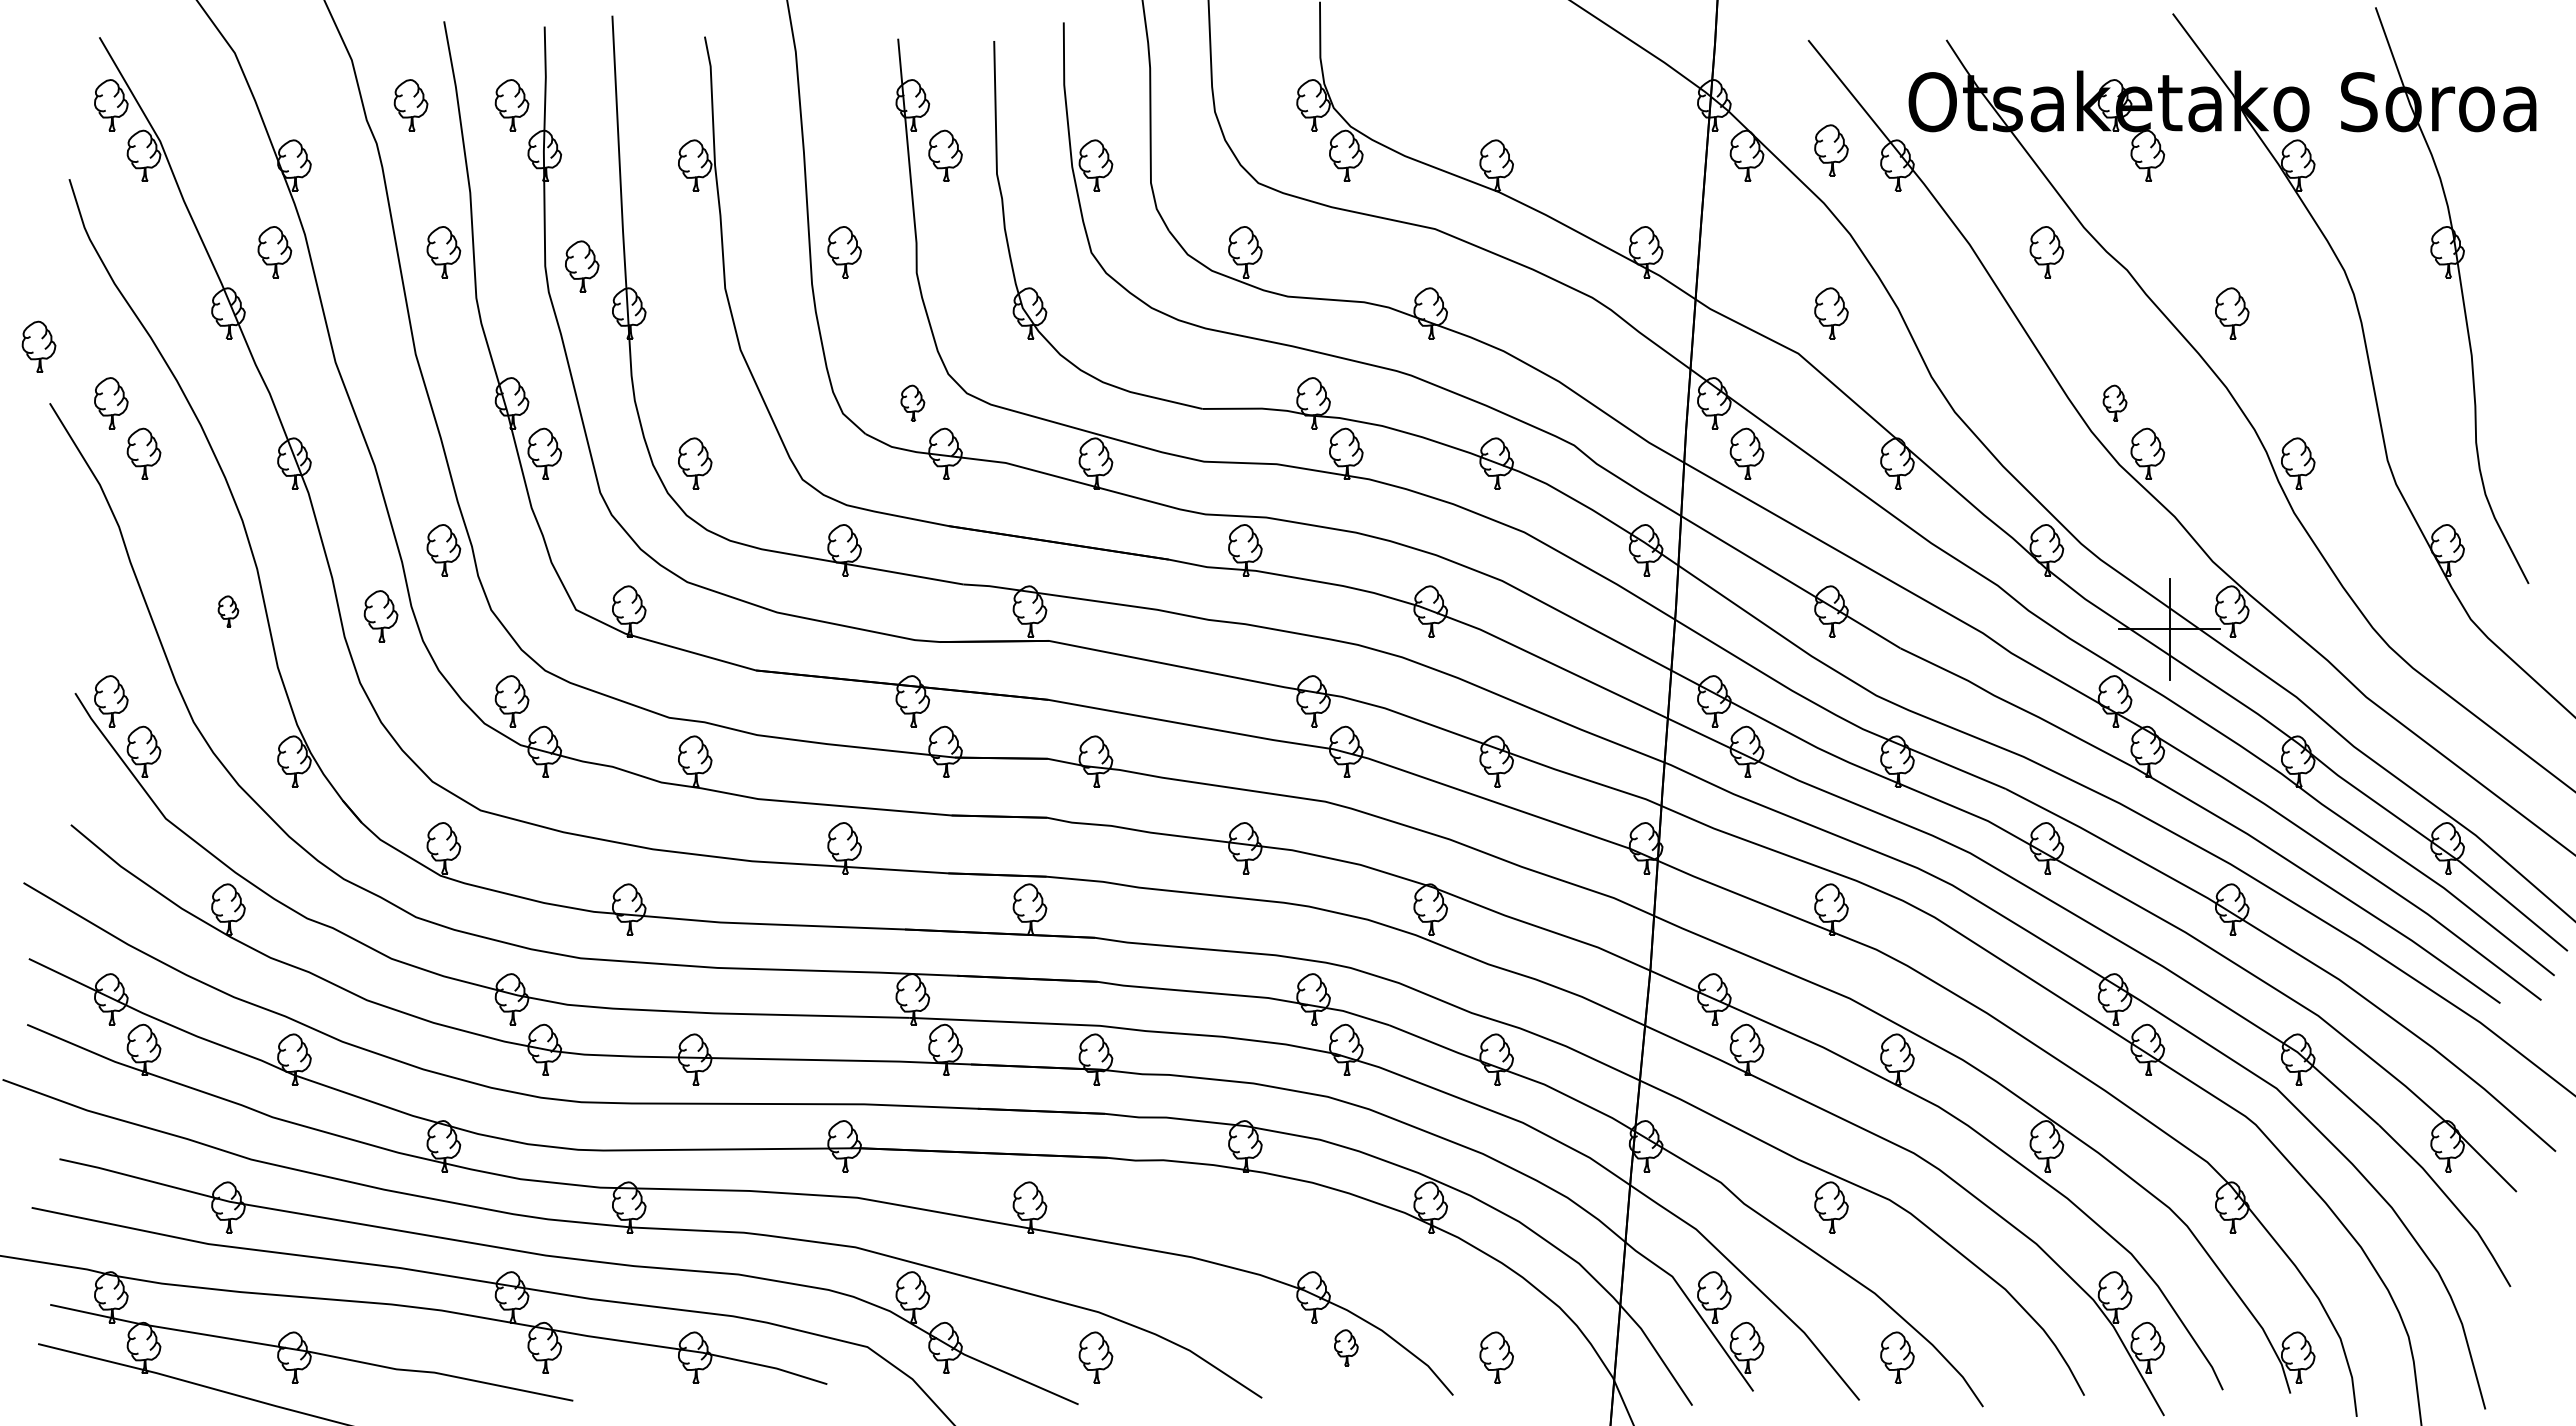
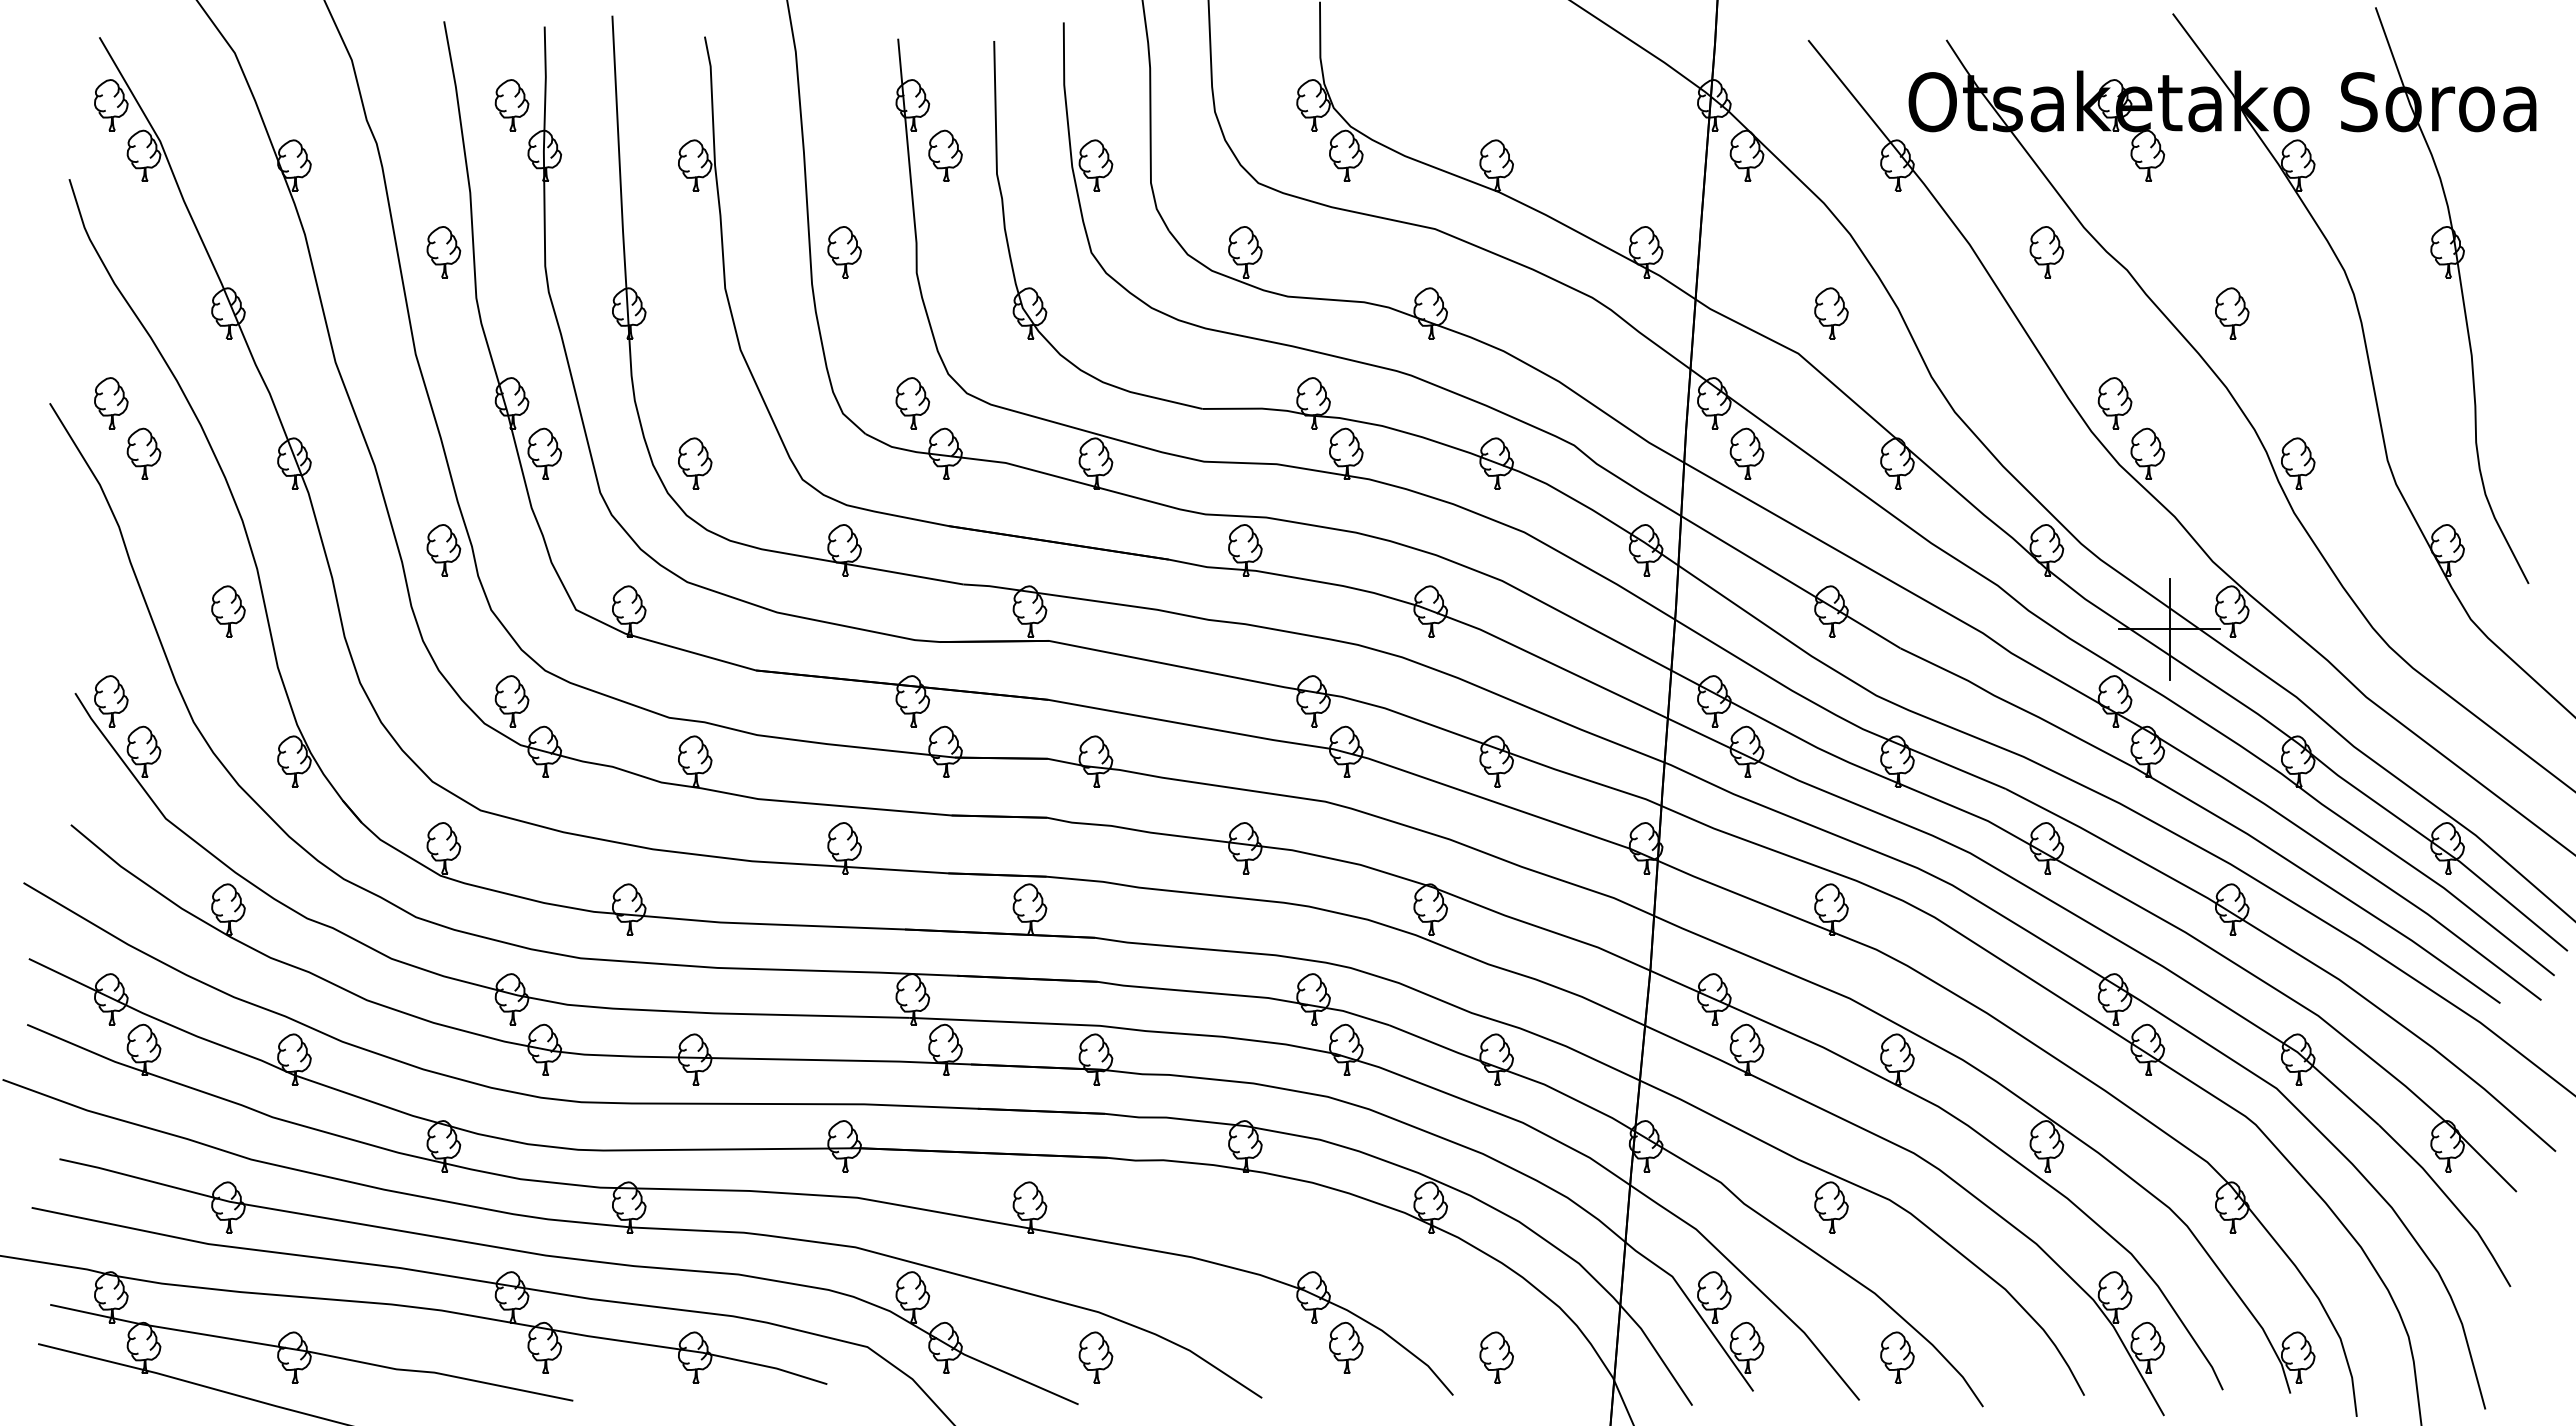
part at (410, 105): present -> none
part at (1831, 150): present -> none
part at (274, 252): present -> none
part at (582, 266): present -> none
part at (38, 346): present -> none
part at (912, 402) size: 26x38 px -> 36x53 px
part at (2114, 402) size: 26x38 px -> 36x53 px
part at (228, 611) size: 23x33 px -> 35x53 px
part at (380, 616): present -> none
part at (1346, 1347) size: 25x38 px -> 35x53 px
